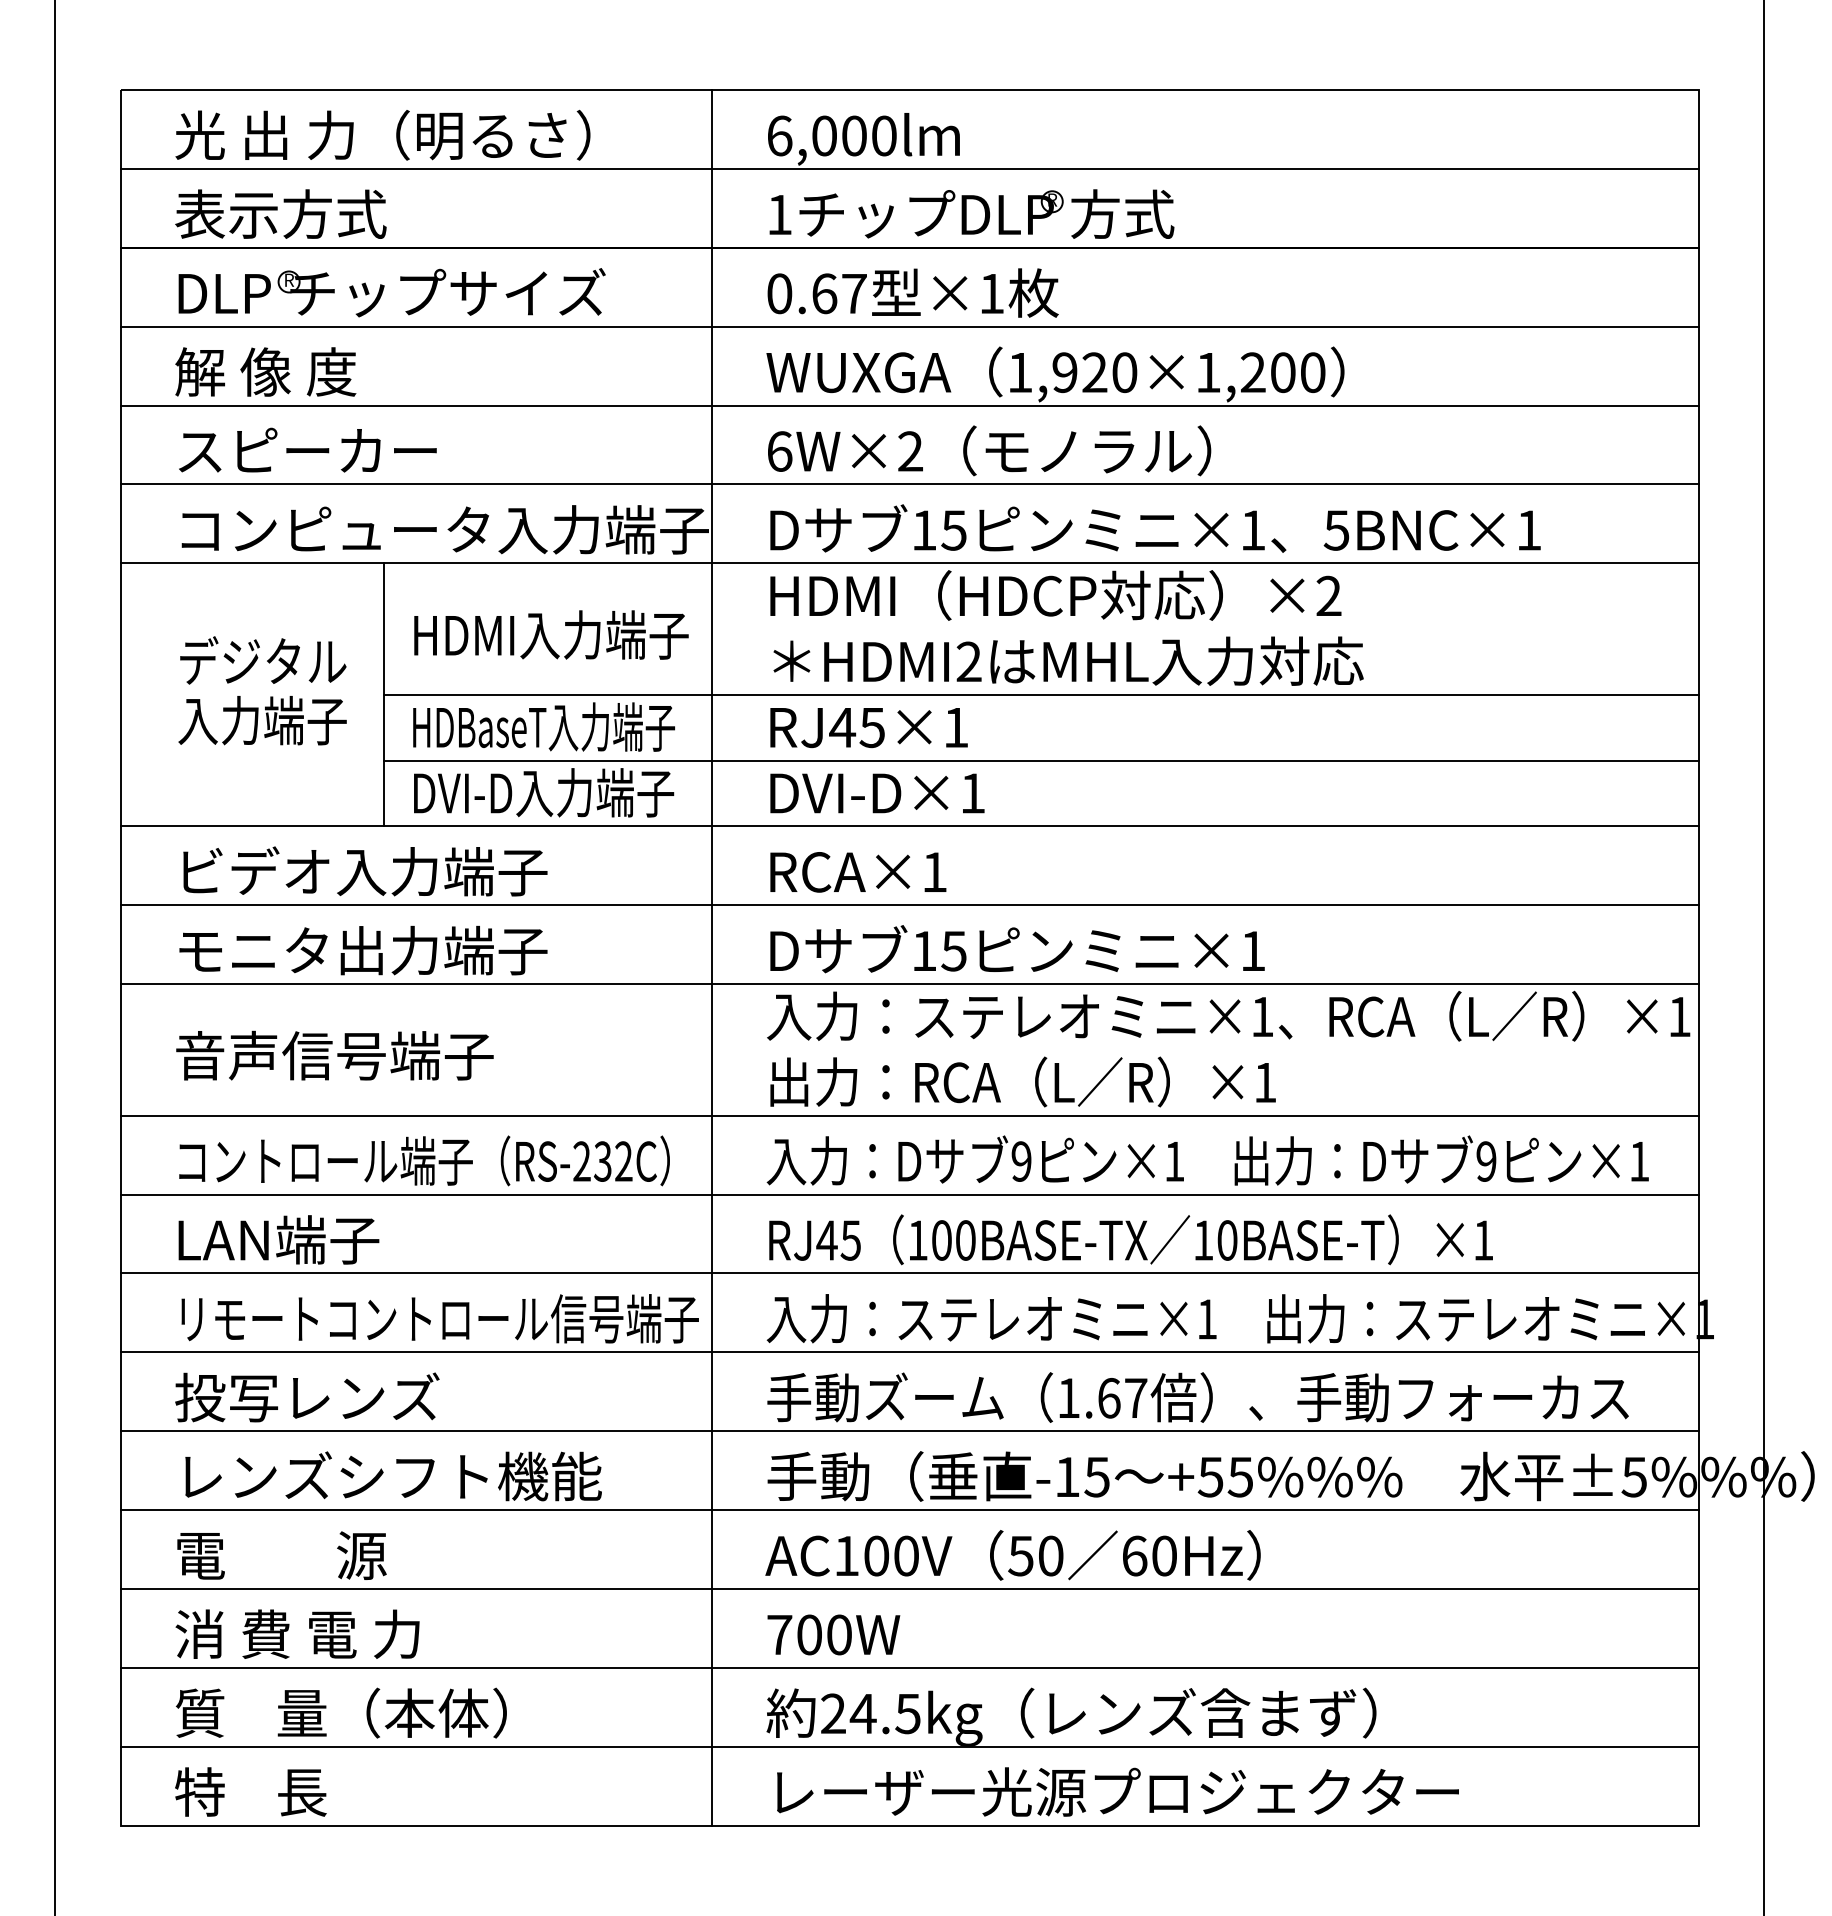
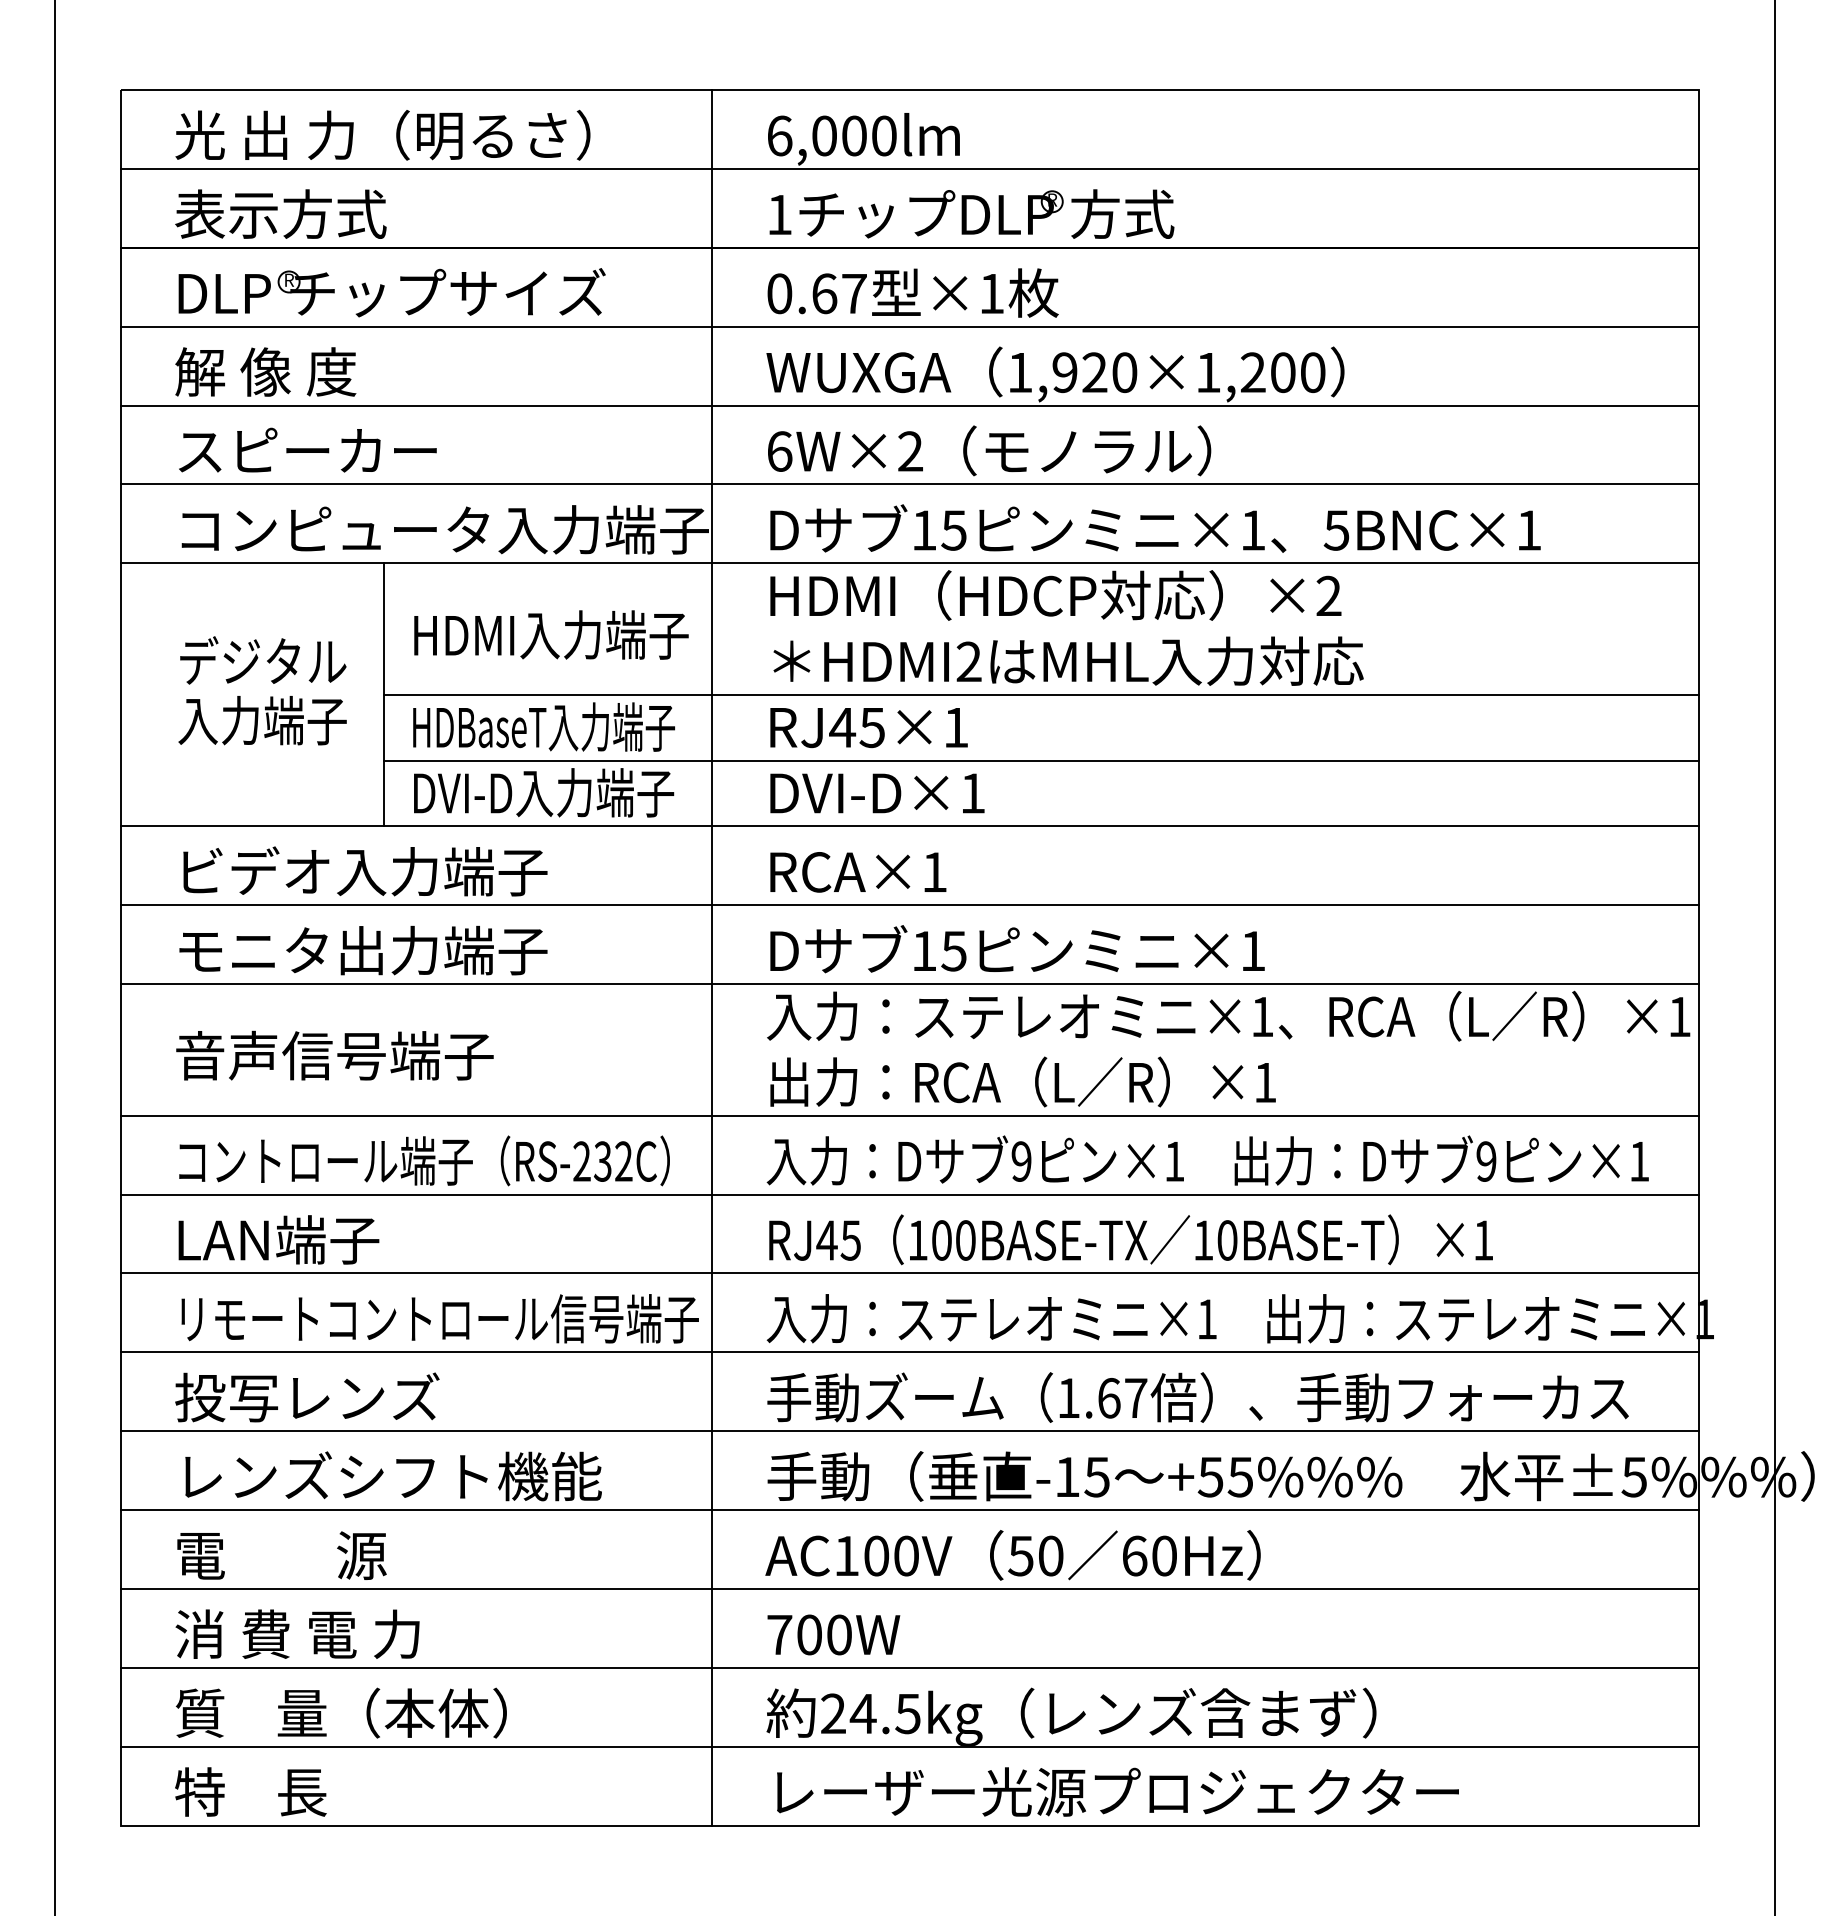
line at (1764, 957) position: (1764, 957) -> (1775, 957)
